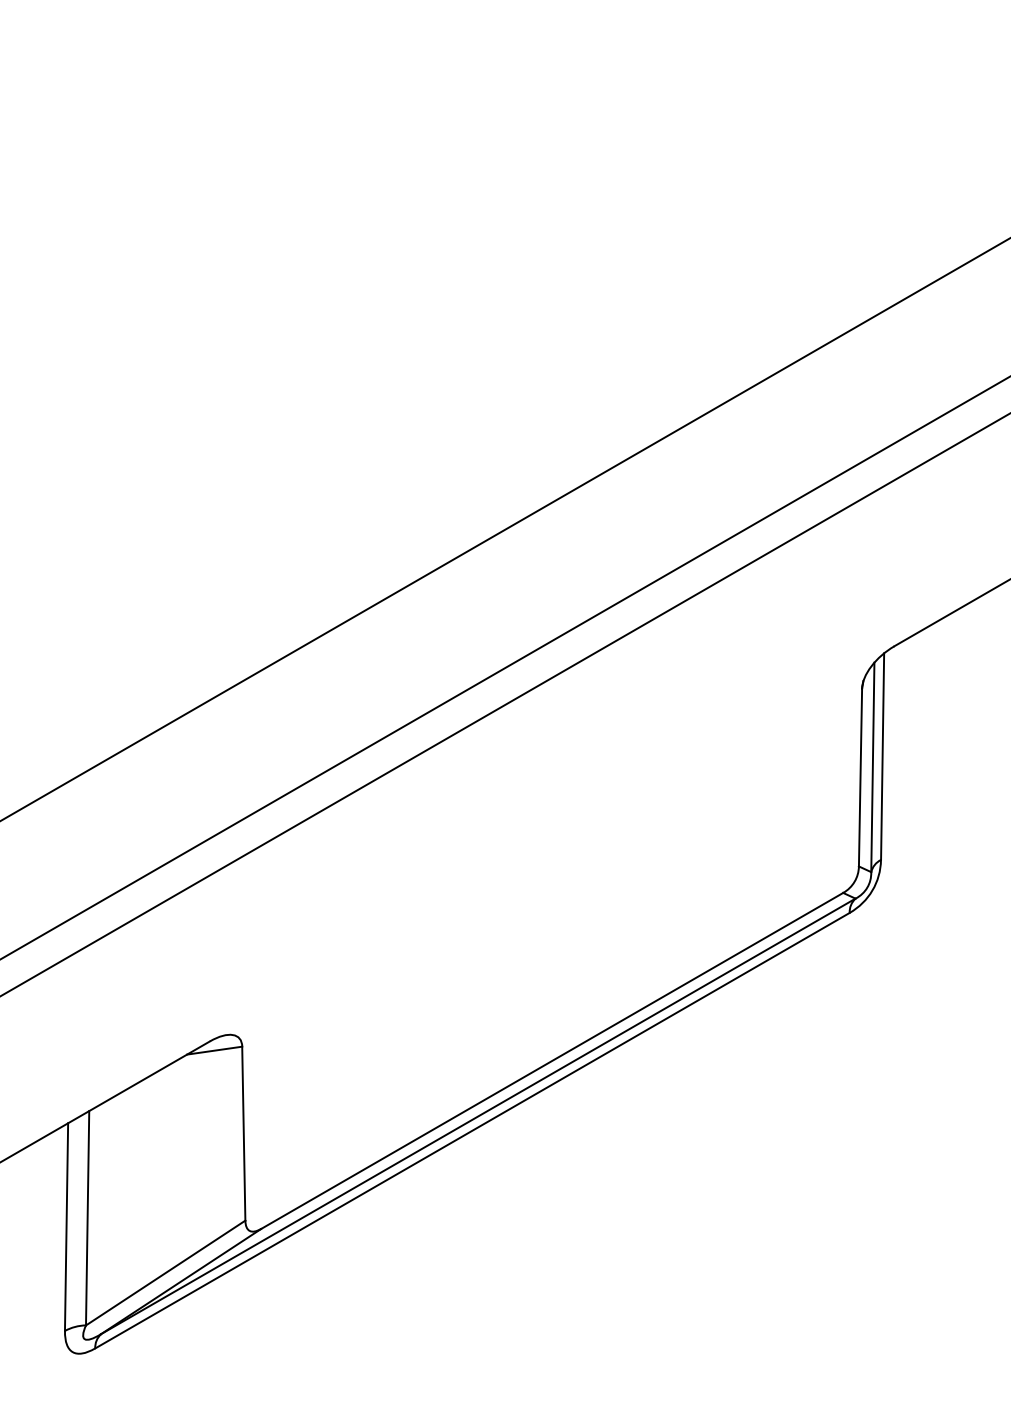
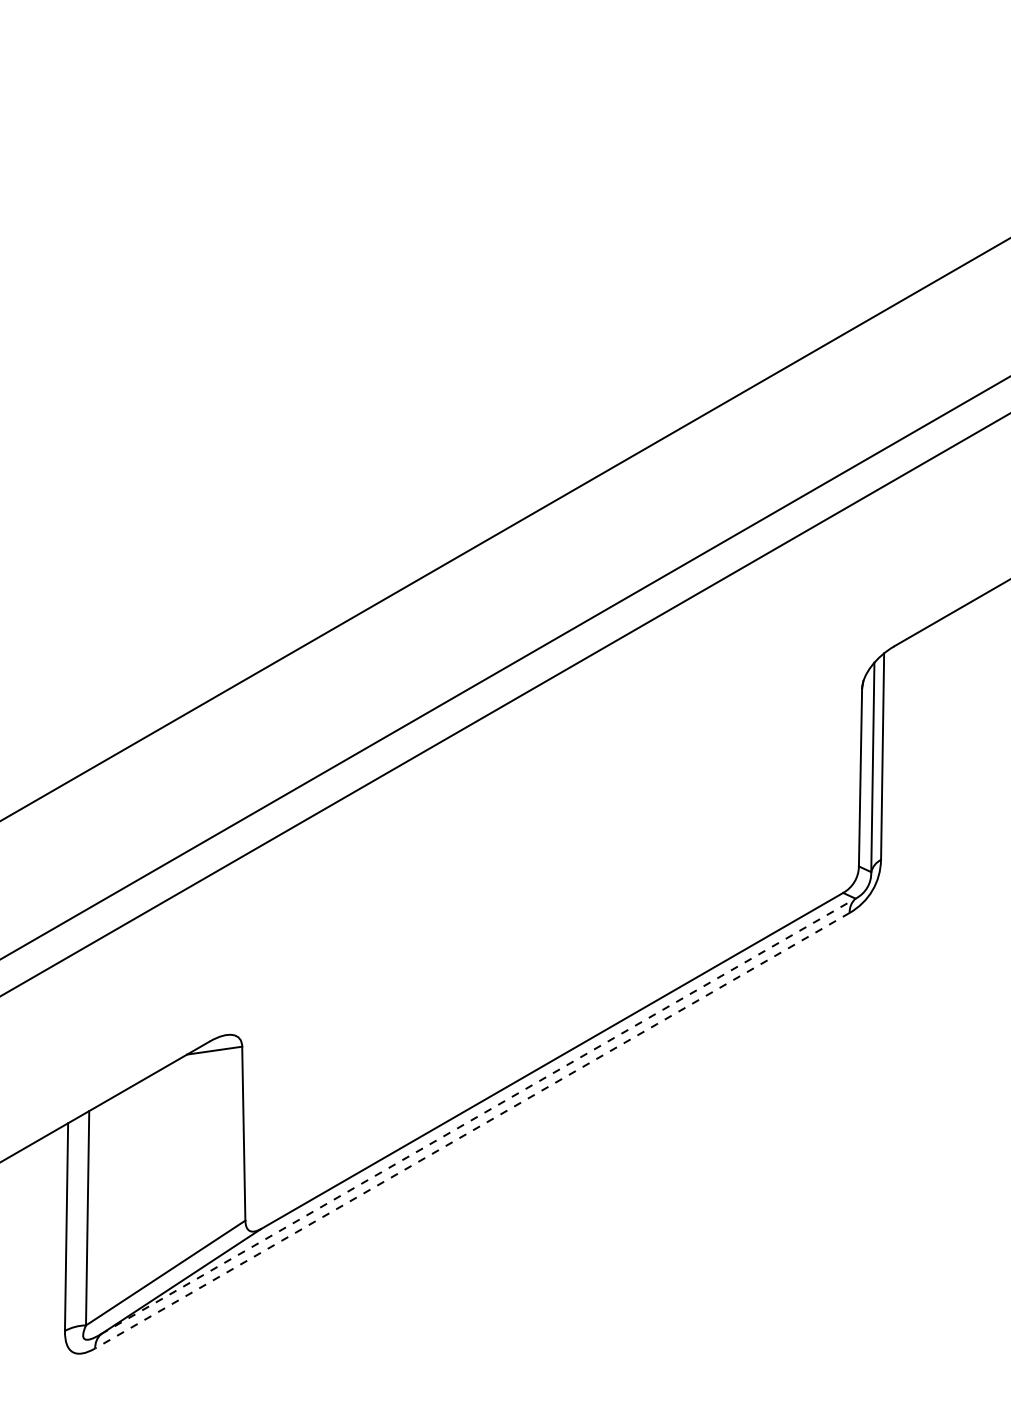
line at (478, 1116): solid -> dashed
line at (472, 1130): solid -> dashed
